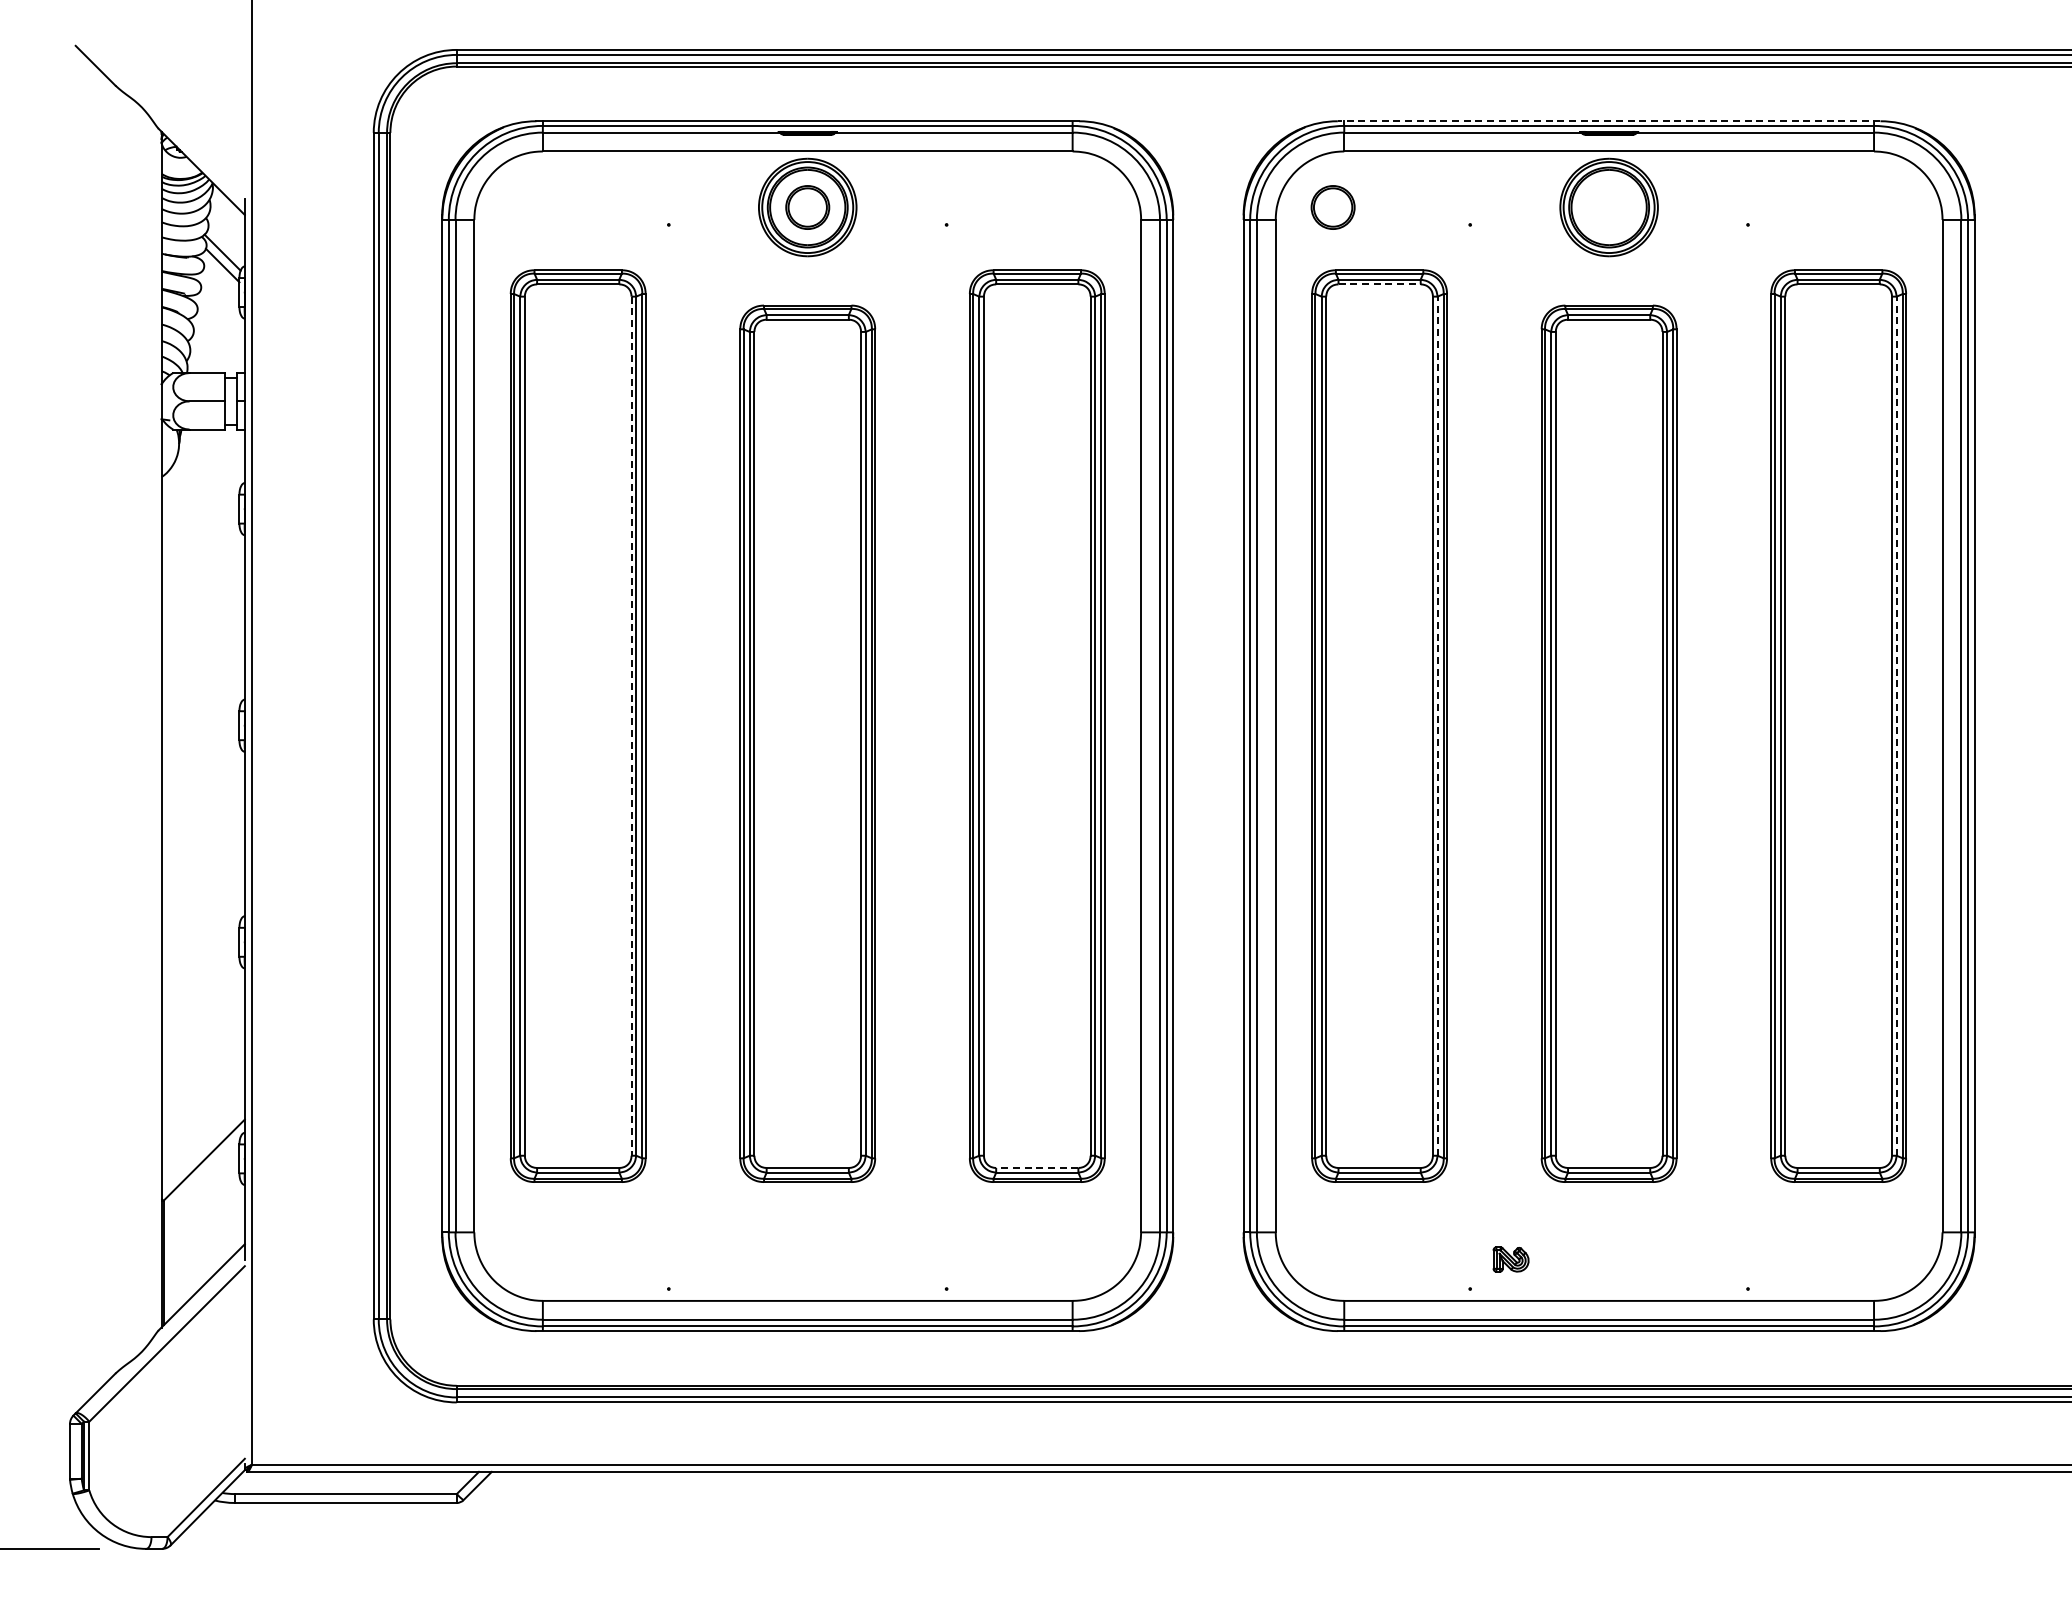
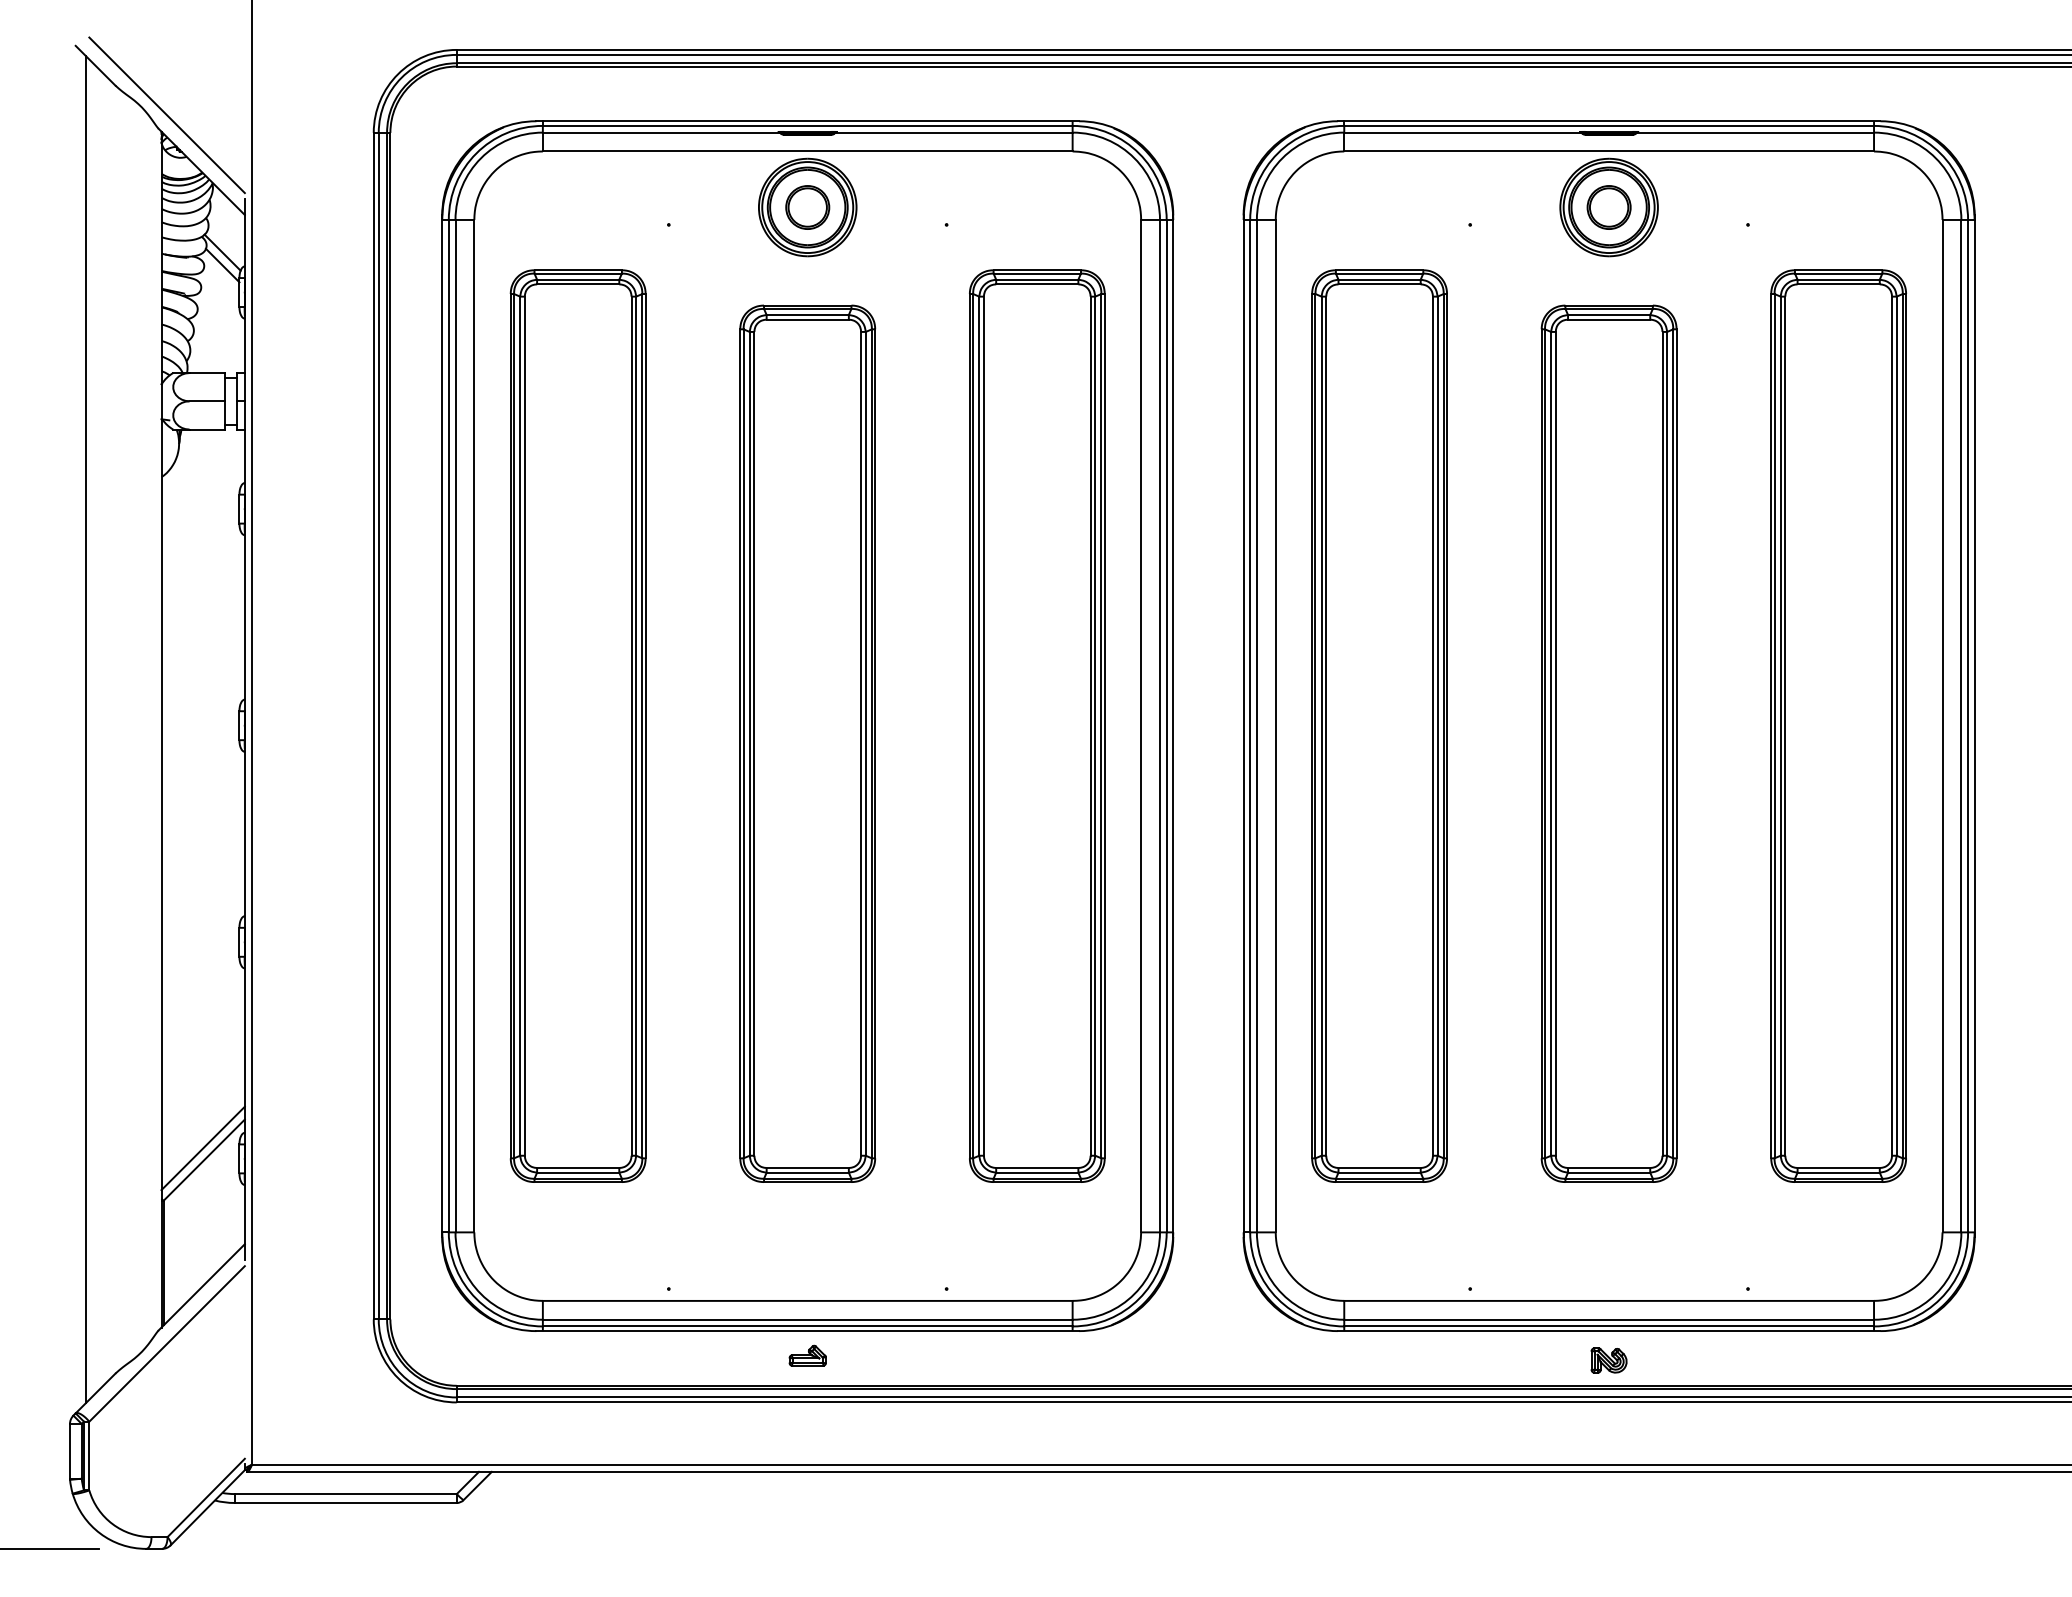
line at (166, 115): none -> present
line at (1608, 121): dashed -> solid
part at (1332, 207) position: (1332, 207) -> (1608, 207)
line at (1380, 284): dashed -> solid
line at (631, 726): dashed -> solid
line at (1437, 726): dashed -> solid
line at (1896, 726): dashed -> solid
line at (86, 729): none -> present
line at (202, 1148): none -> present
line at (1036, 1168): dashed -> solid
part at (1510, 1259) position: (1510, 1259) -> (1608, 1360)
part at (807, 1355): none -> present
